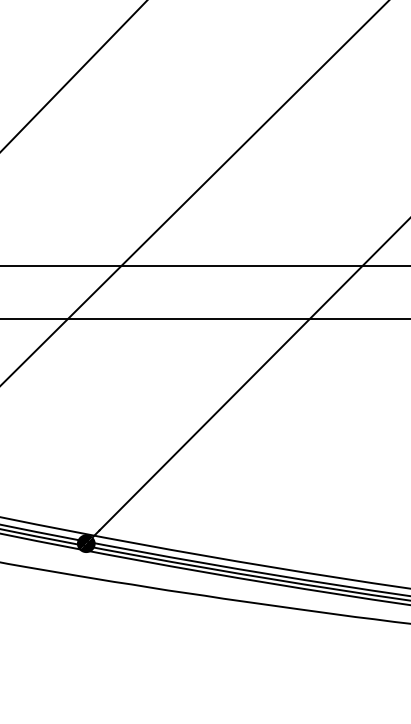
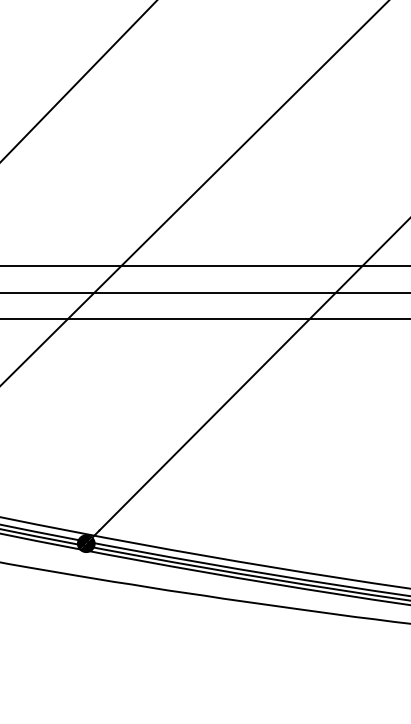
line at (73, 76) position: (73, 76) -> (78, 81)
line at (204, 292): none -> present
